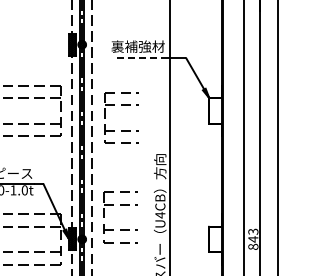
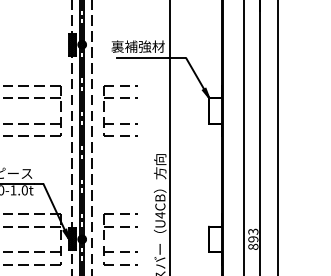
line at (142, 58): dashed -> solid
part at (121, 105) position: (121, 105) -> (120, 98)
part at (120, 205) position: (120, 205) -> (120, 227)
text at (253, 239): 843 -> 893
